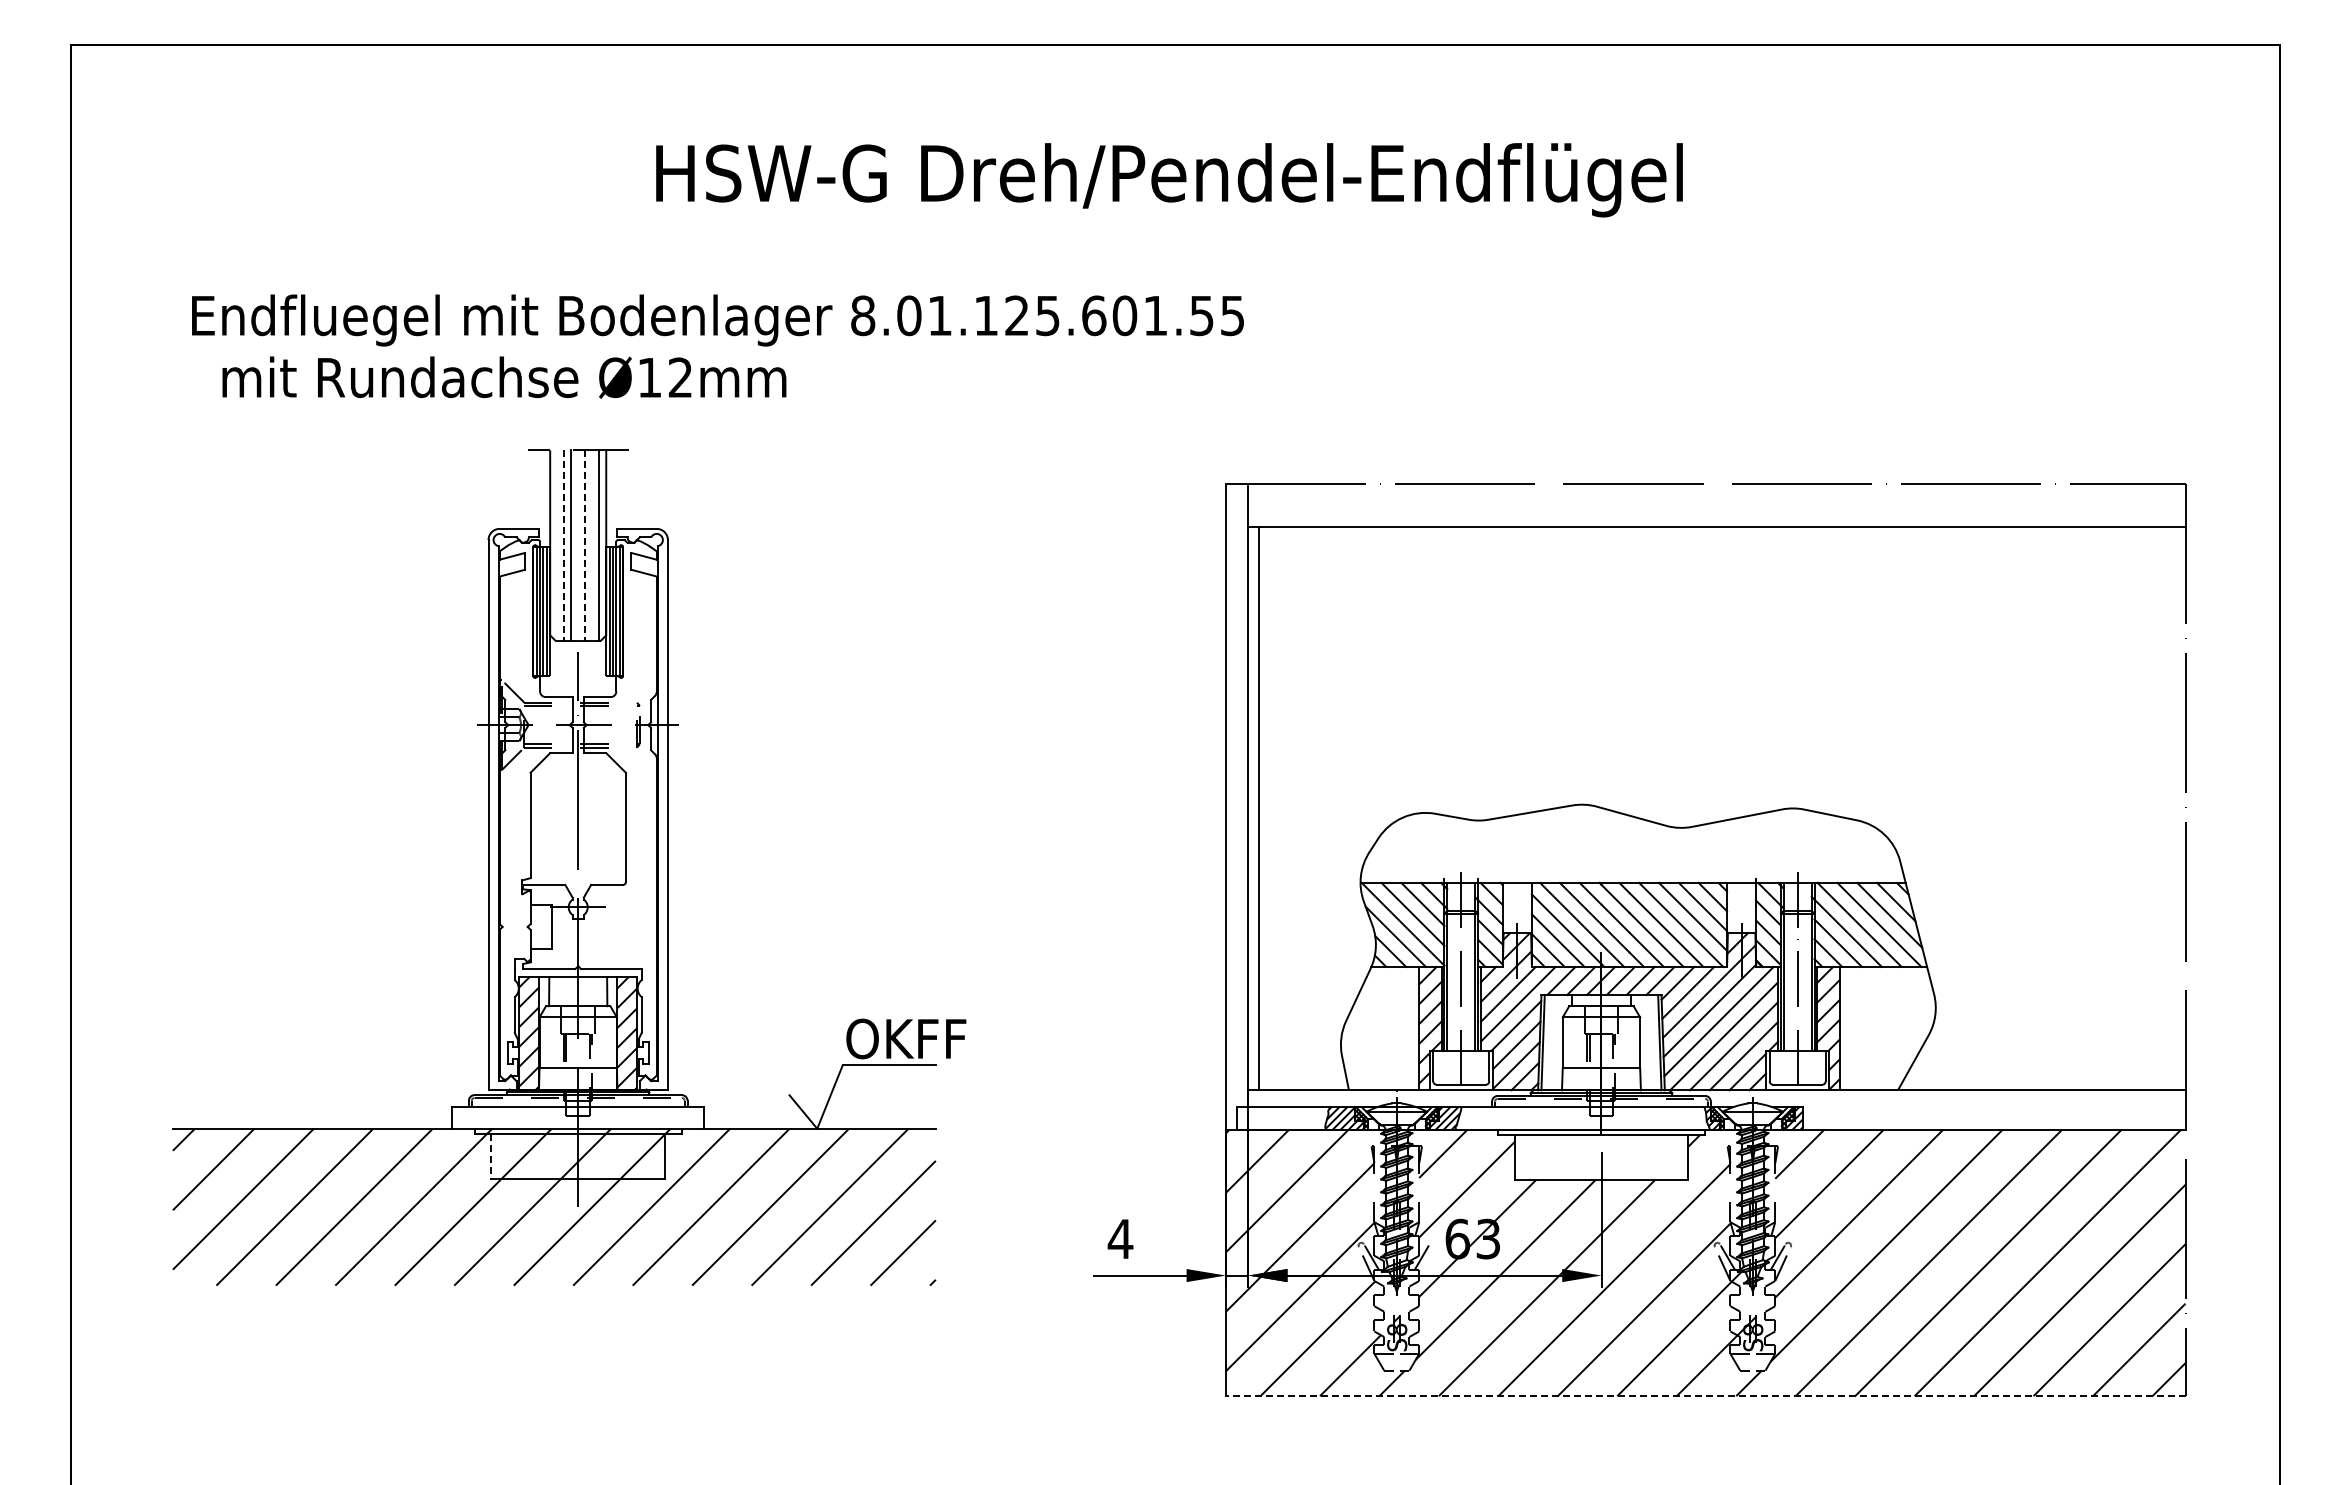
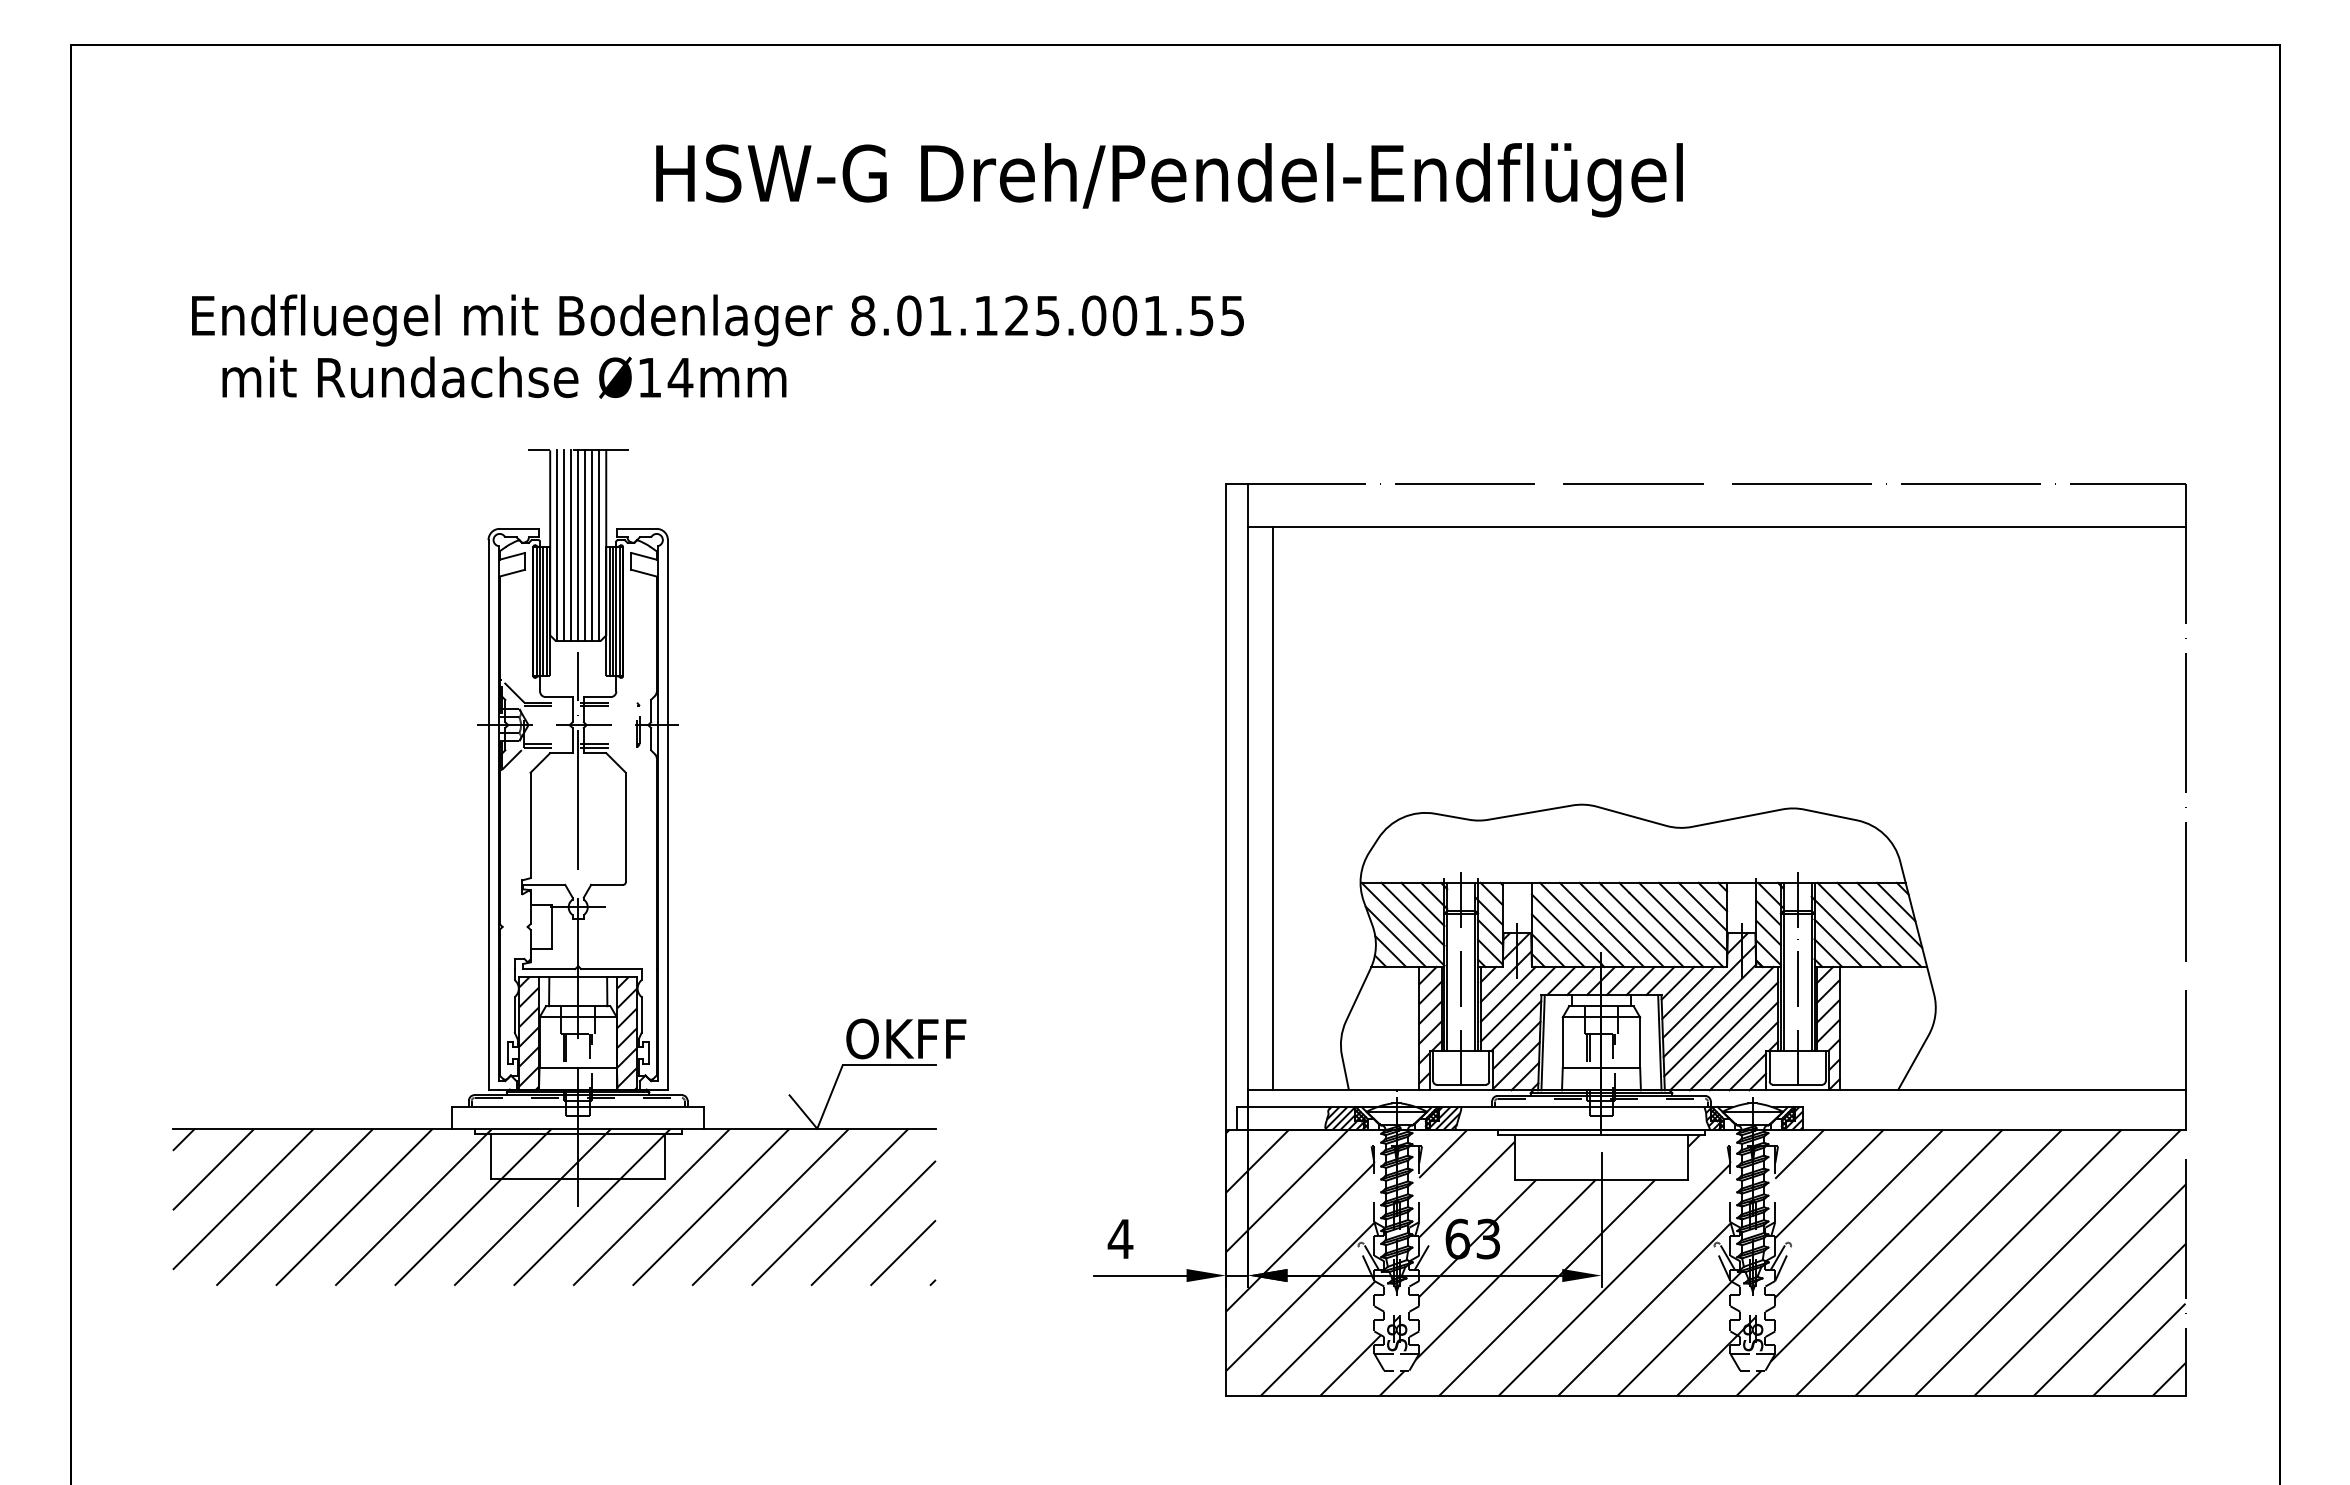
text at (1094, 315): 8.01.125.601.55 -> 8.01.125.001.55
text at (680, 377): Ø12mm -> Ø14mm
line at (557, 545): none -> present
line at (578, 545): none -> present
line at (592, 545): none -> present
line at (564, 546): dashed -> solid
line at (585, 546): dashed -> solid
line at (1259, 808) position: (1259, 808) -> (1273, 808)
line at (491, 1157): dashed -> solid
line at (1705, 1396): dashed -> solid
